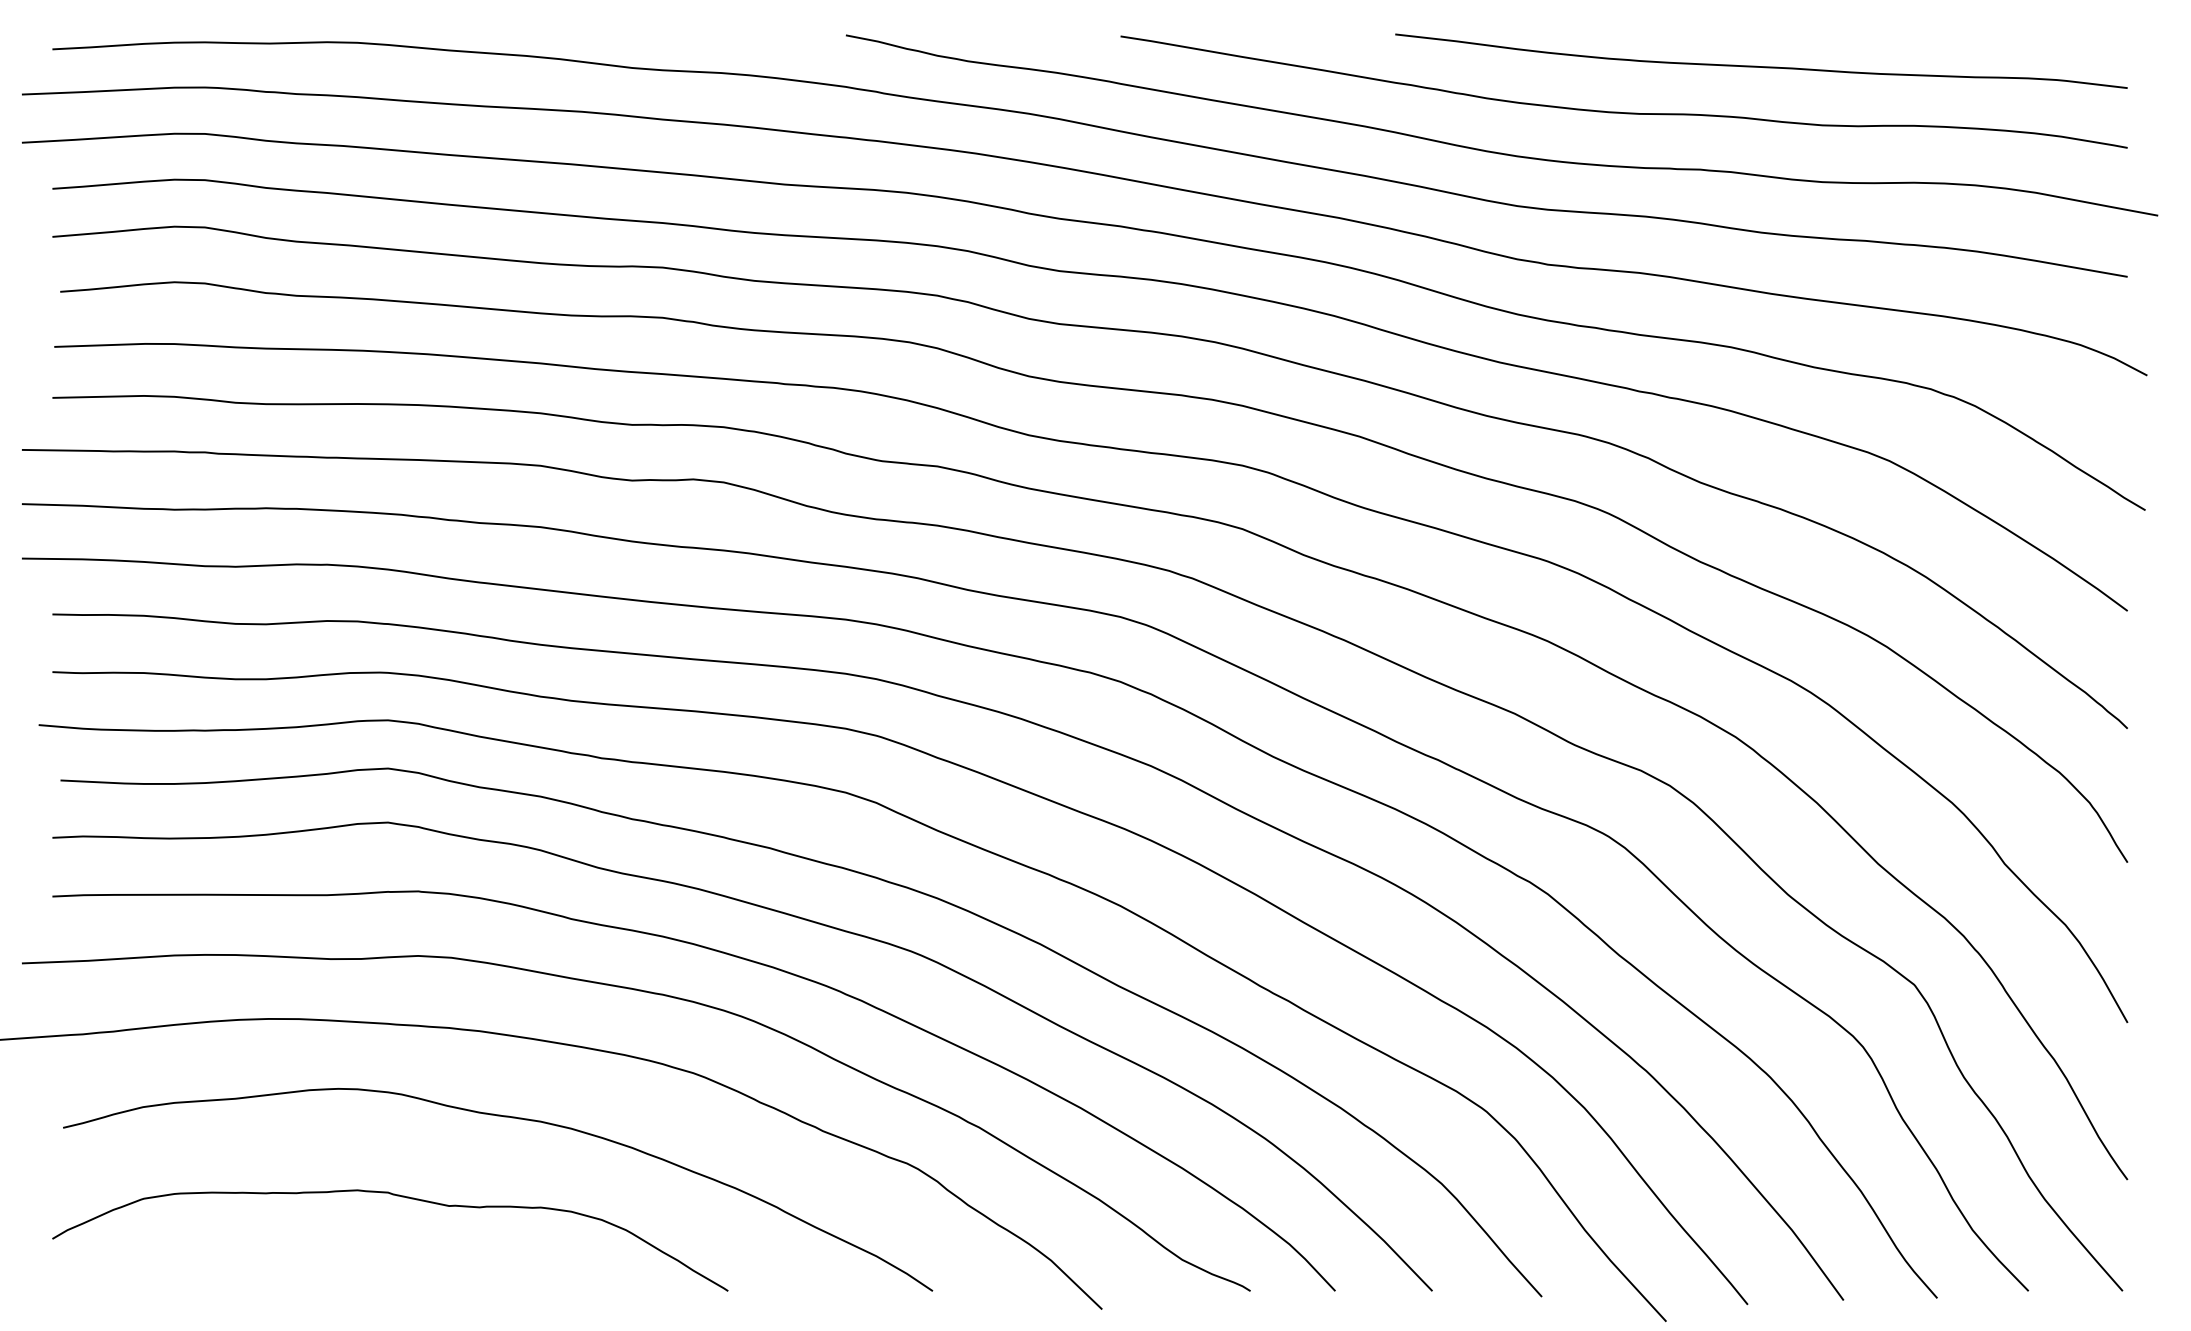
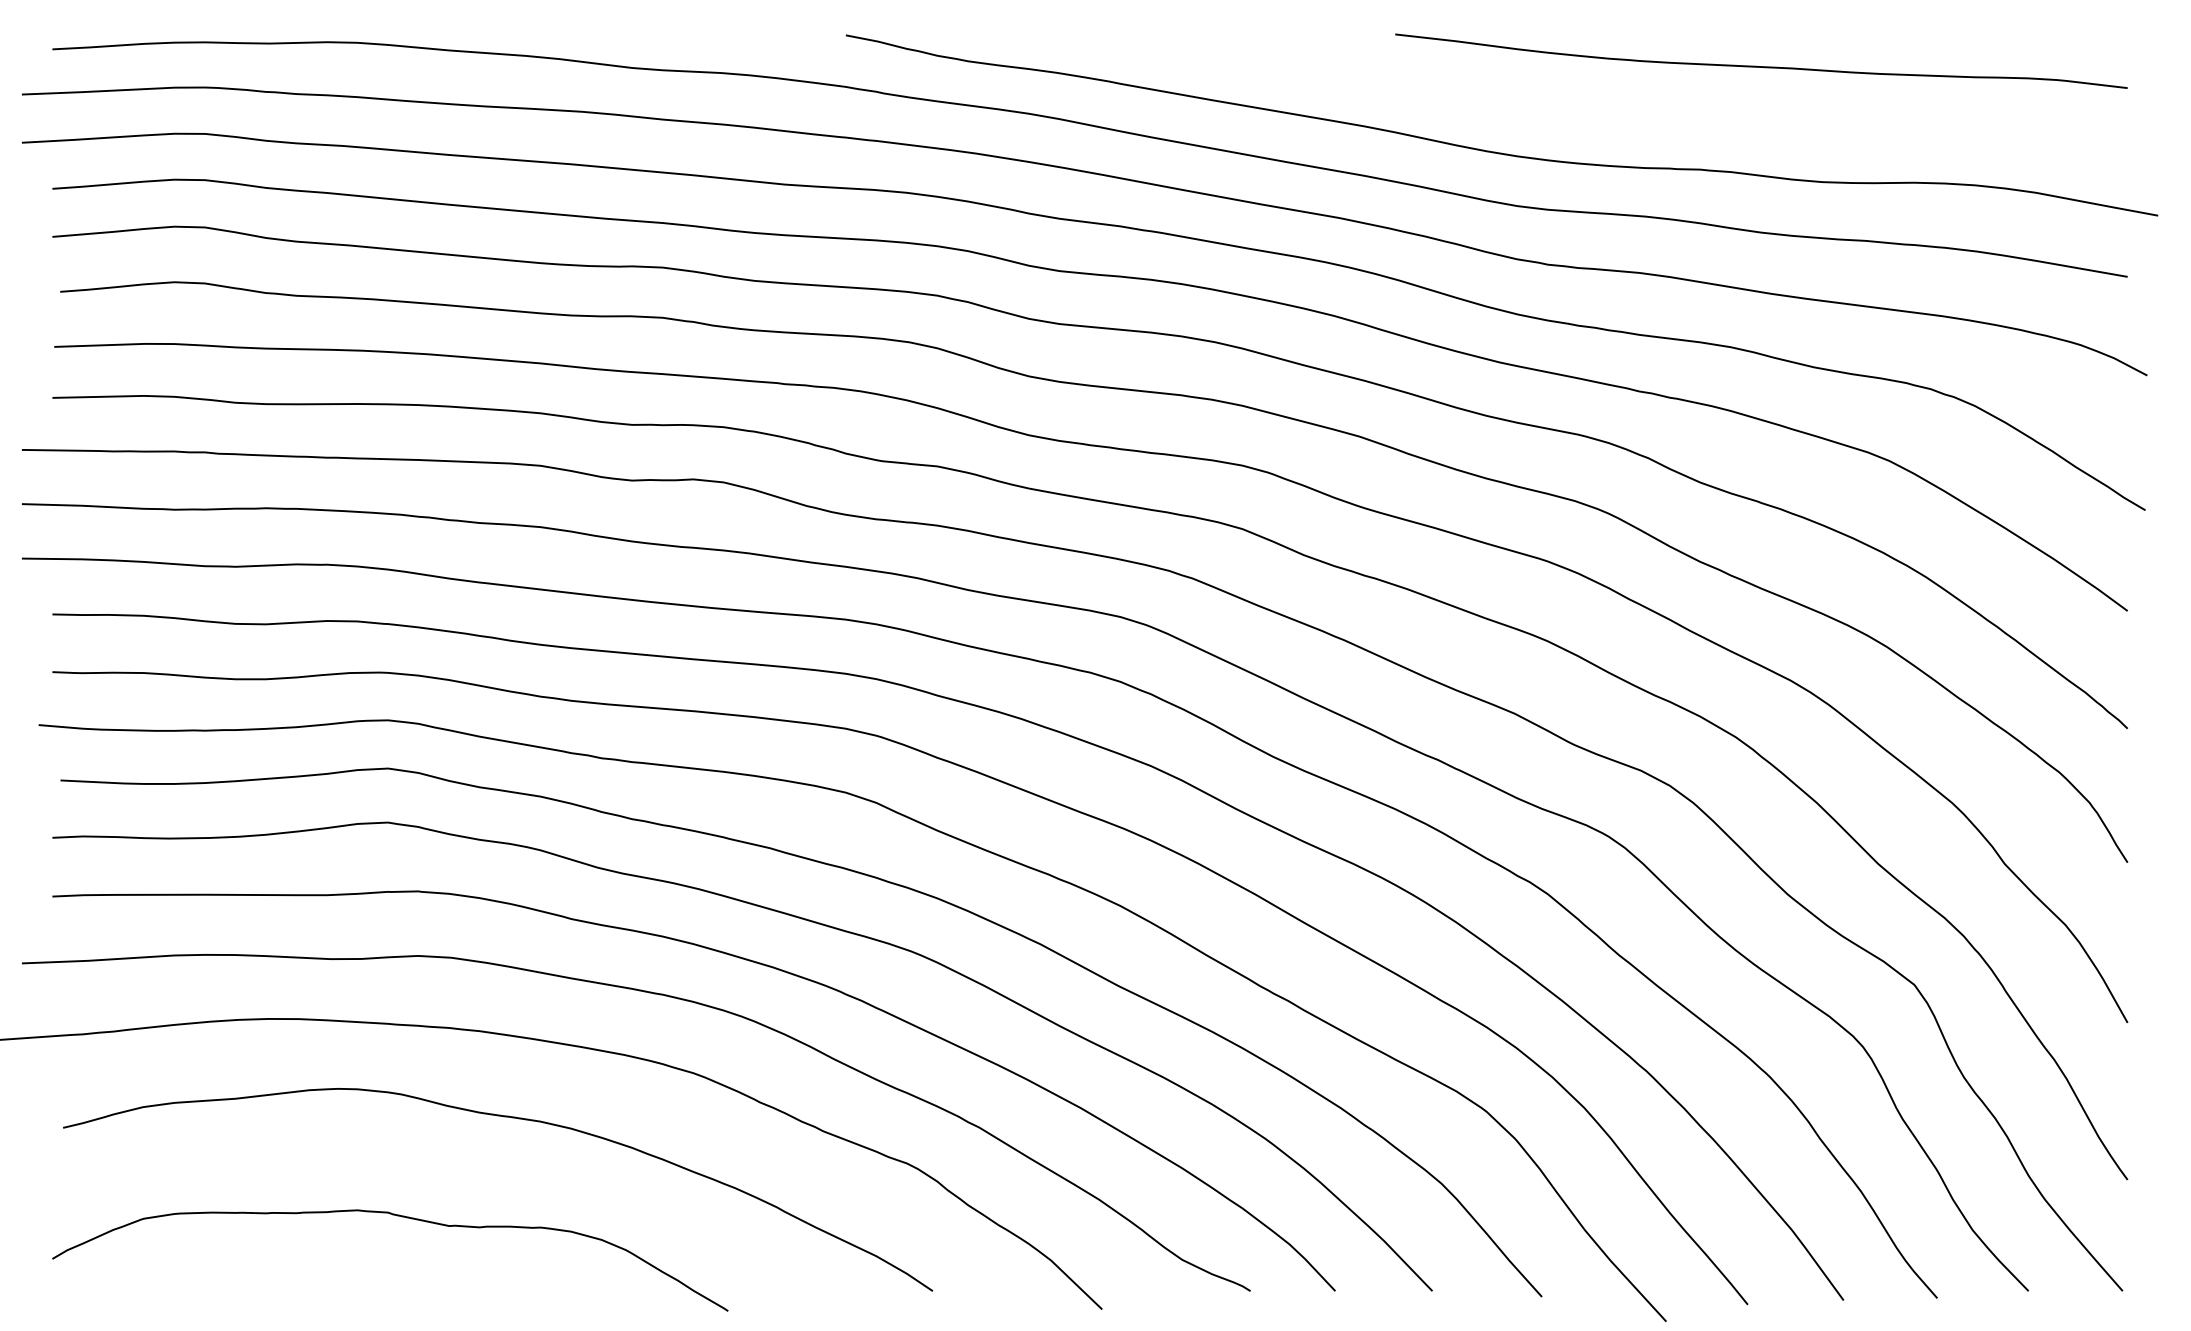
curve at (1619, 111): present -> none
curve at (401, 1197) position: (401, 1197) -> (401, 1217)
